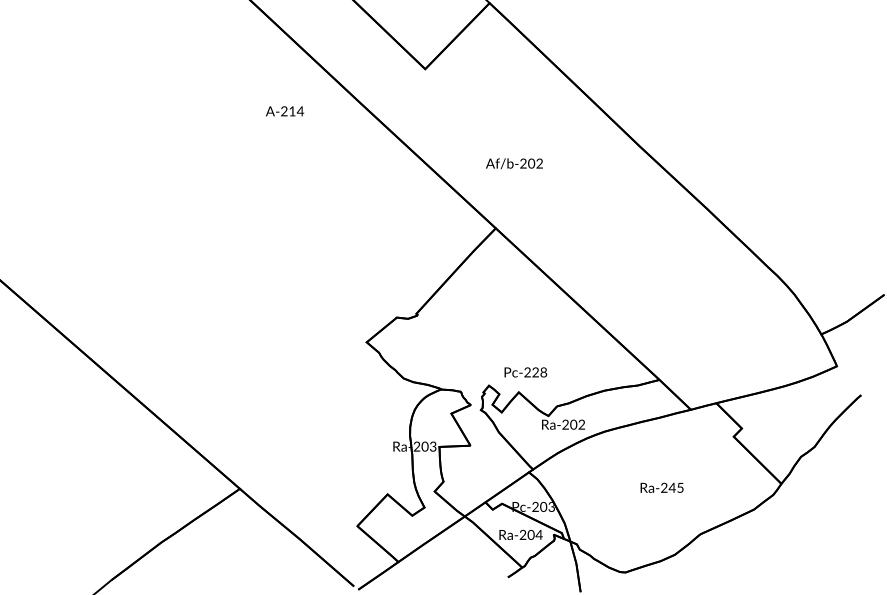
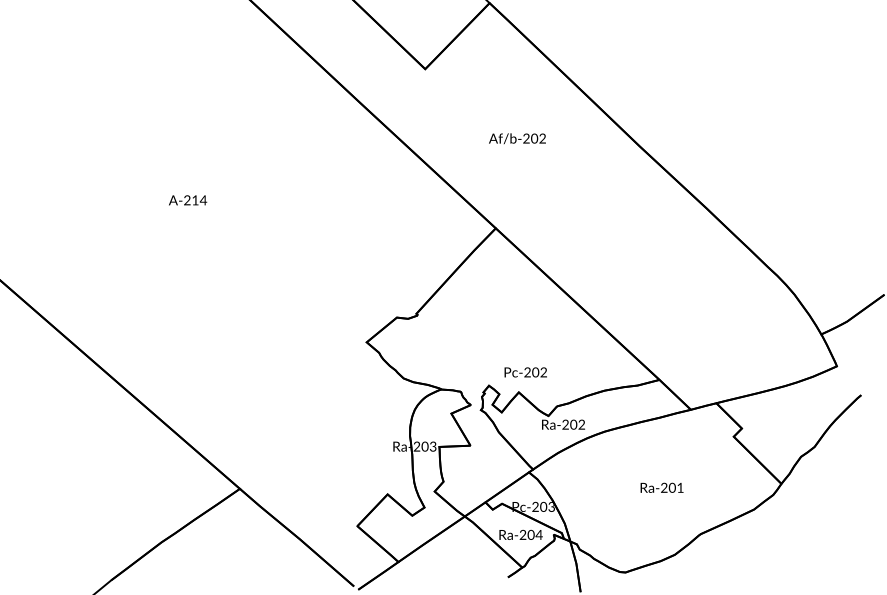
text at (285, 111) position: (285, 111) -> (188, 200)
text at (514, 163) position: (514, 163) -> (517, 138)
text at (539, 372): Pc-228 -> Pc-202
text at (675, 487): Ra-245 -> Ra-201
